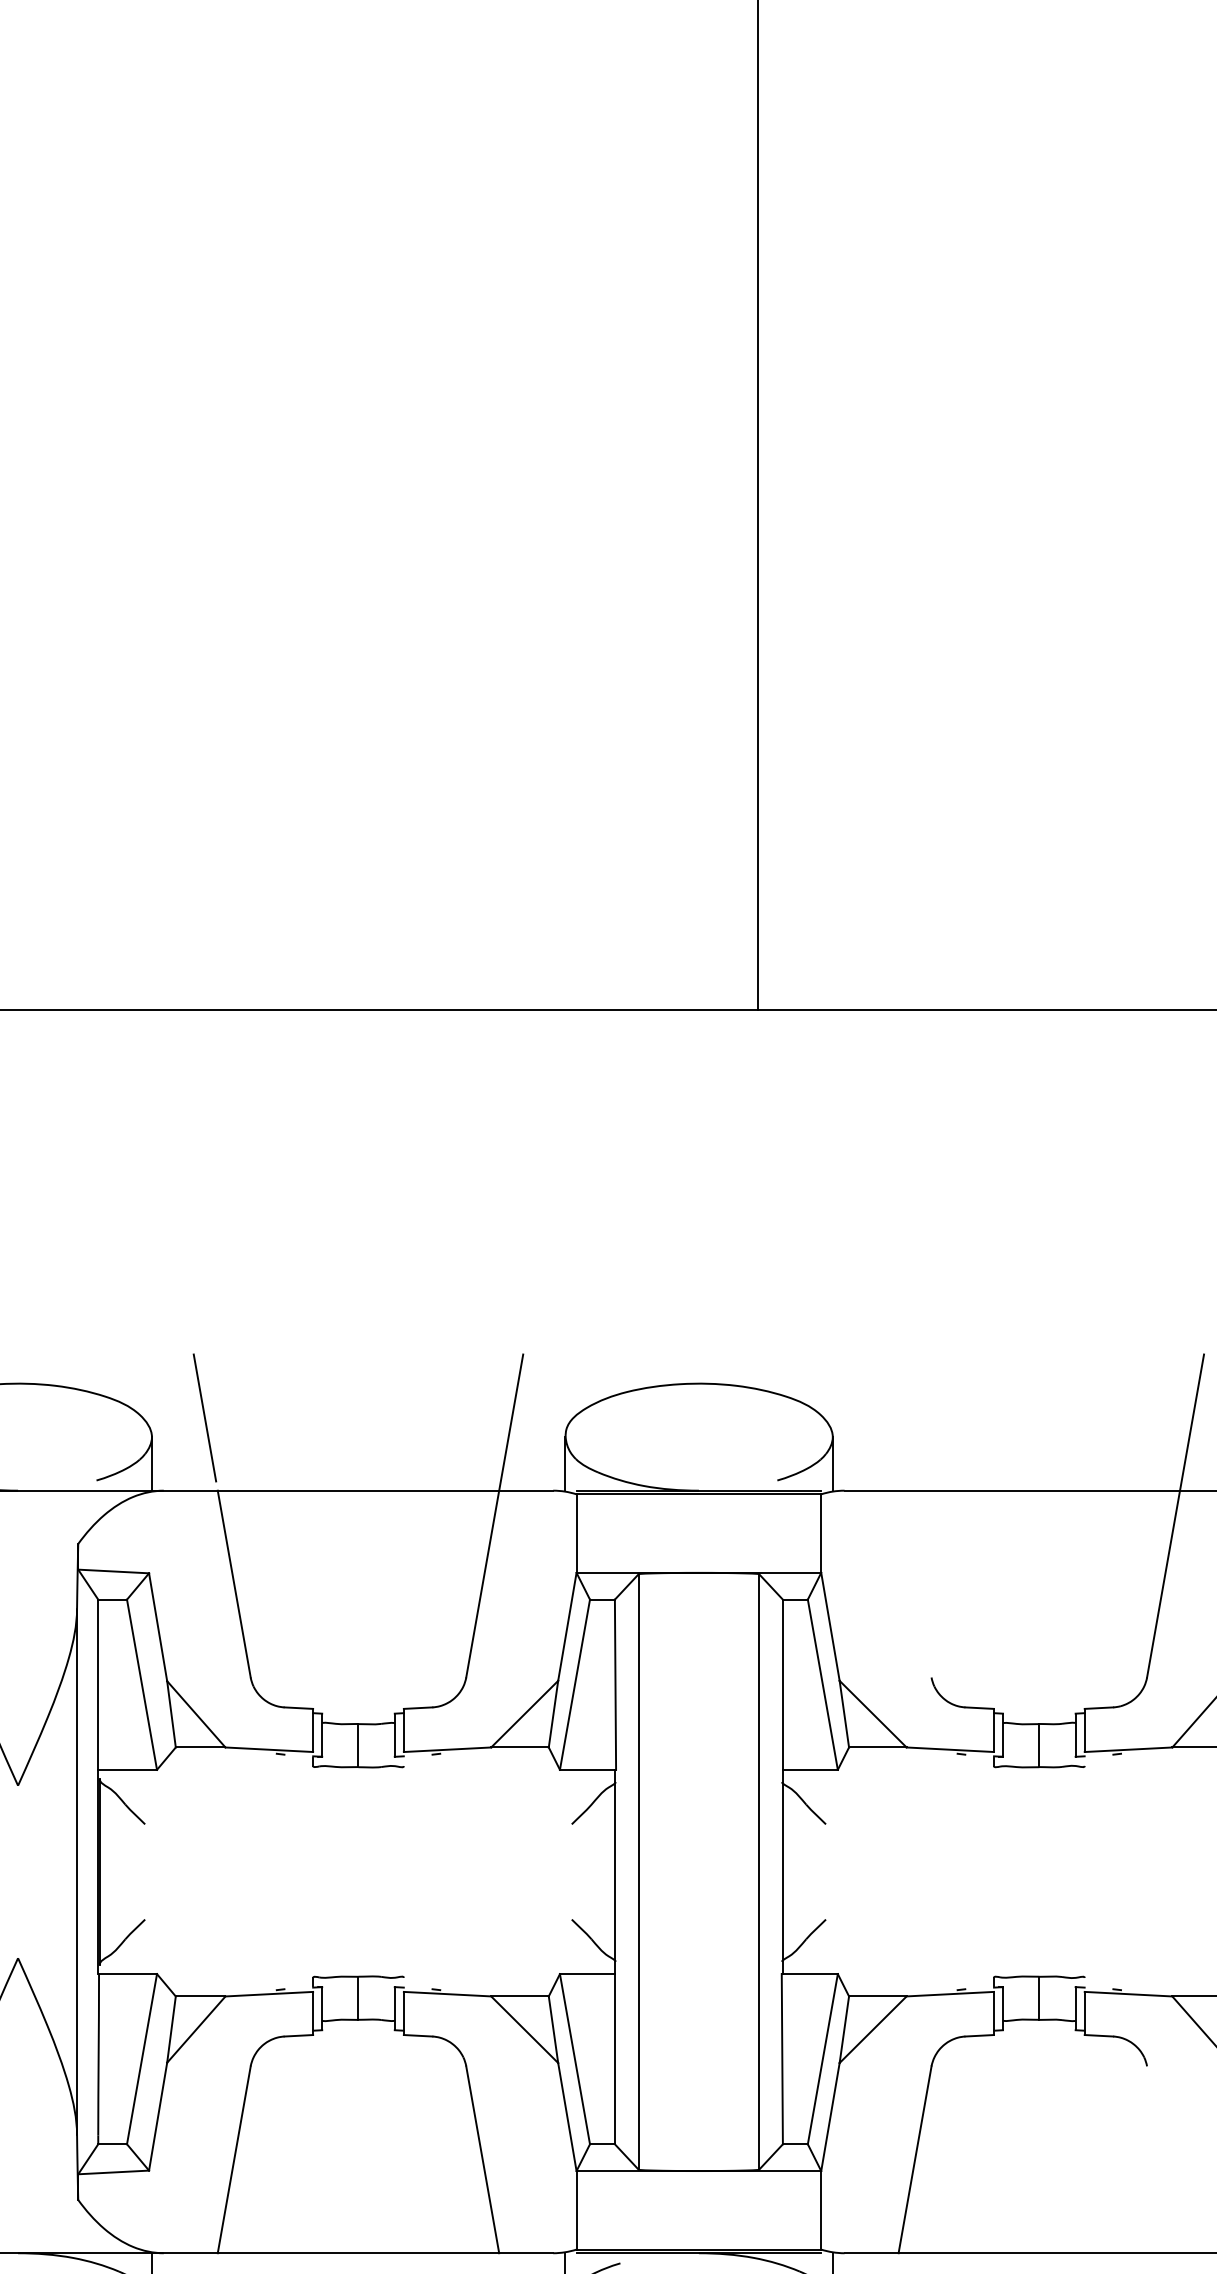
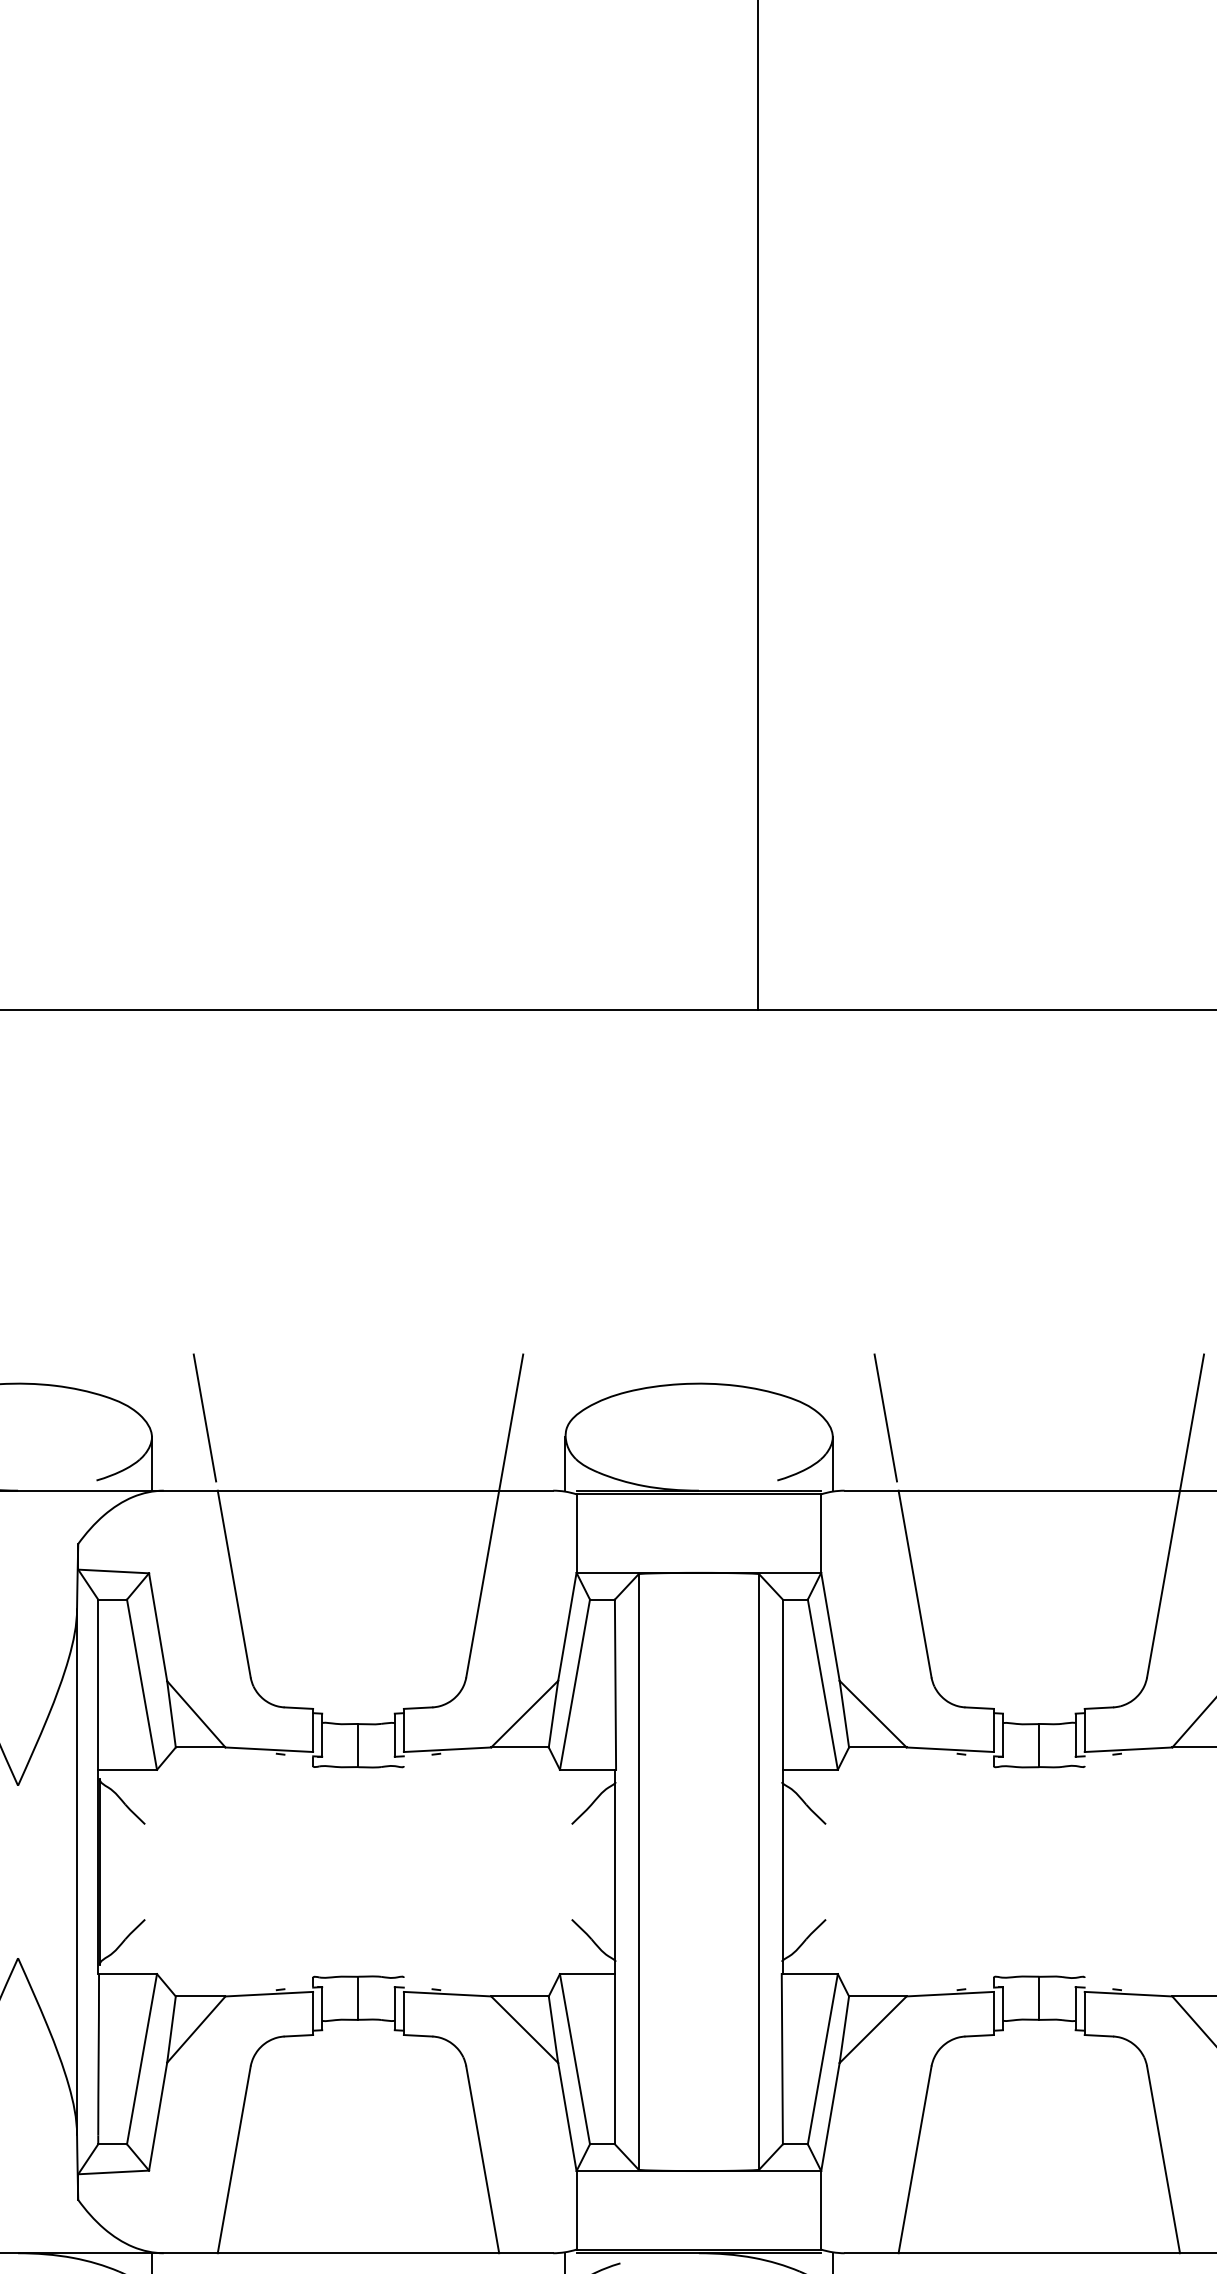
line at (885, 1417): none -> present
line at (914, 1583): none -> present
line at (1163, 2159): none -> present
